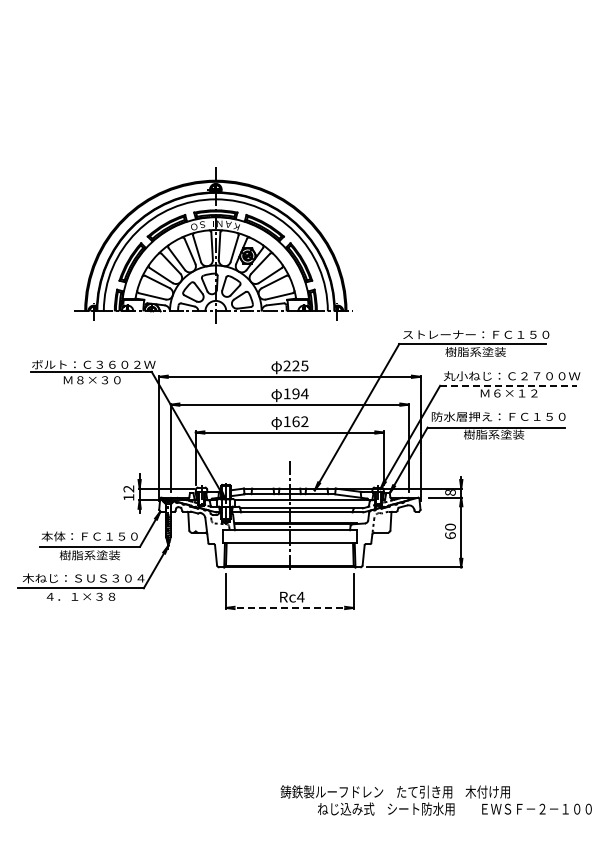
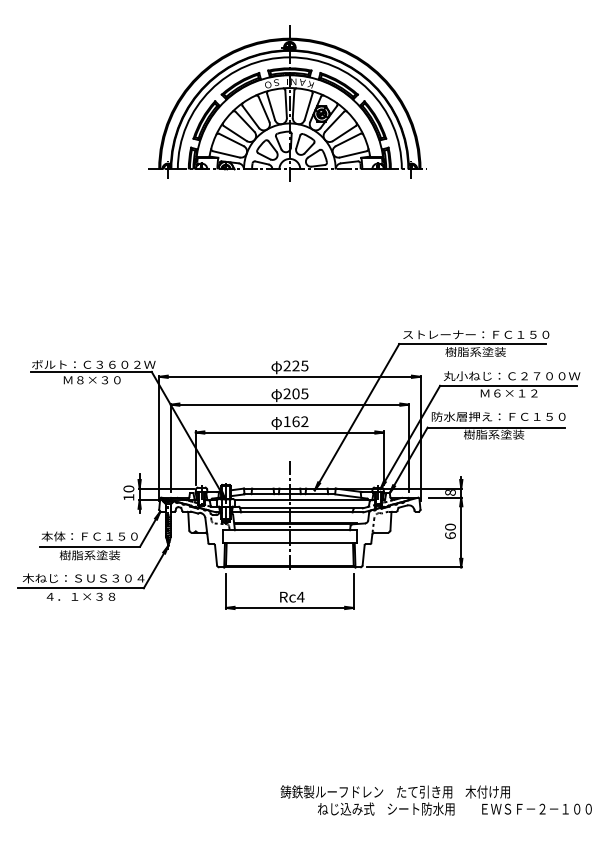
part at (213, 245) position: (213, 245) -> (287, 103)
line at (509, 385): dashed -> solid
text at (295, 393): 194 -> 205
text at (128, 488): 12 -> 10
line at (289, 607): dashed -> solid
